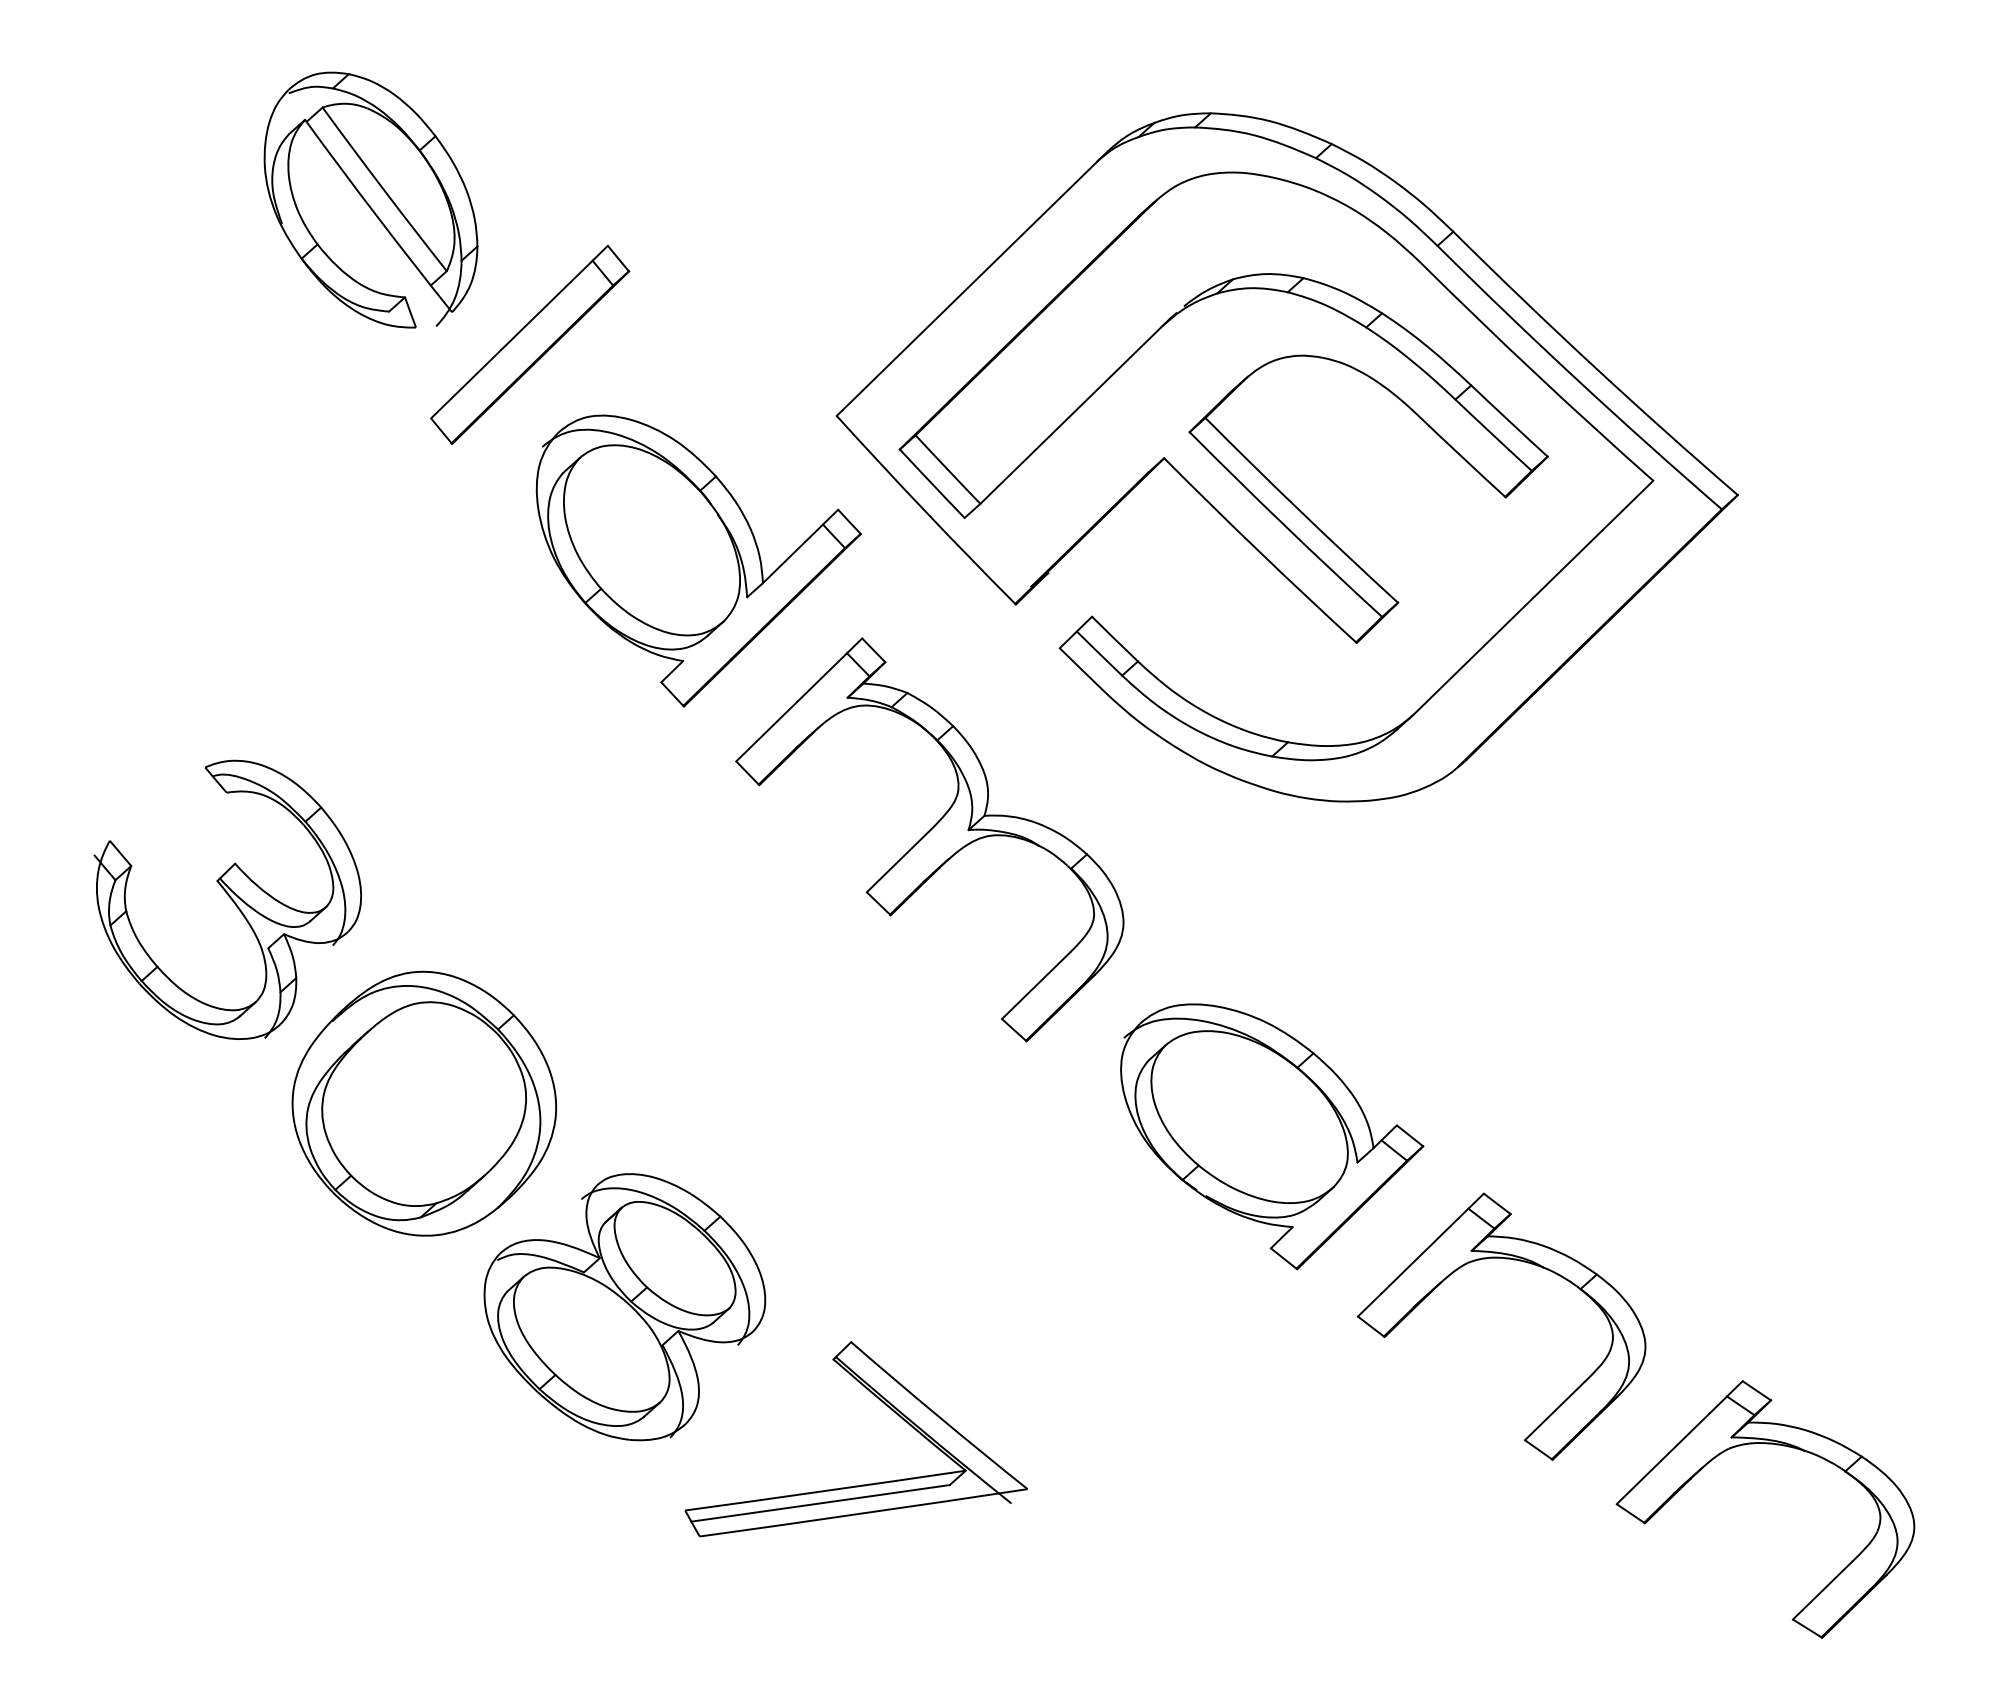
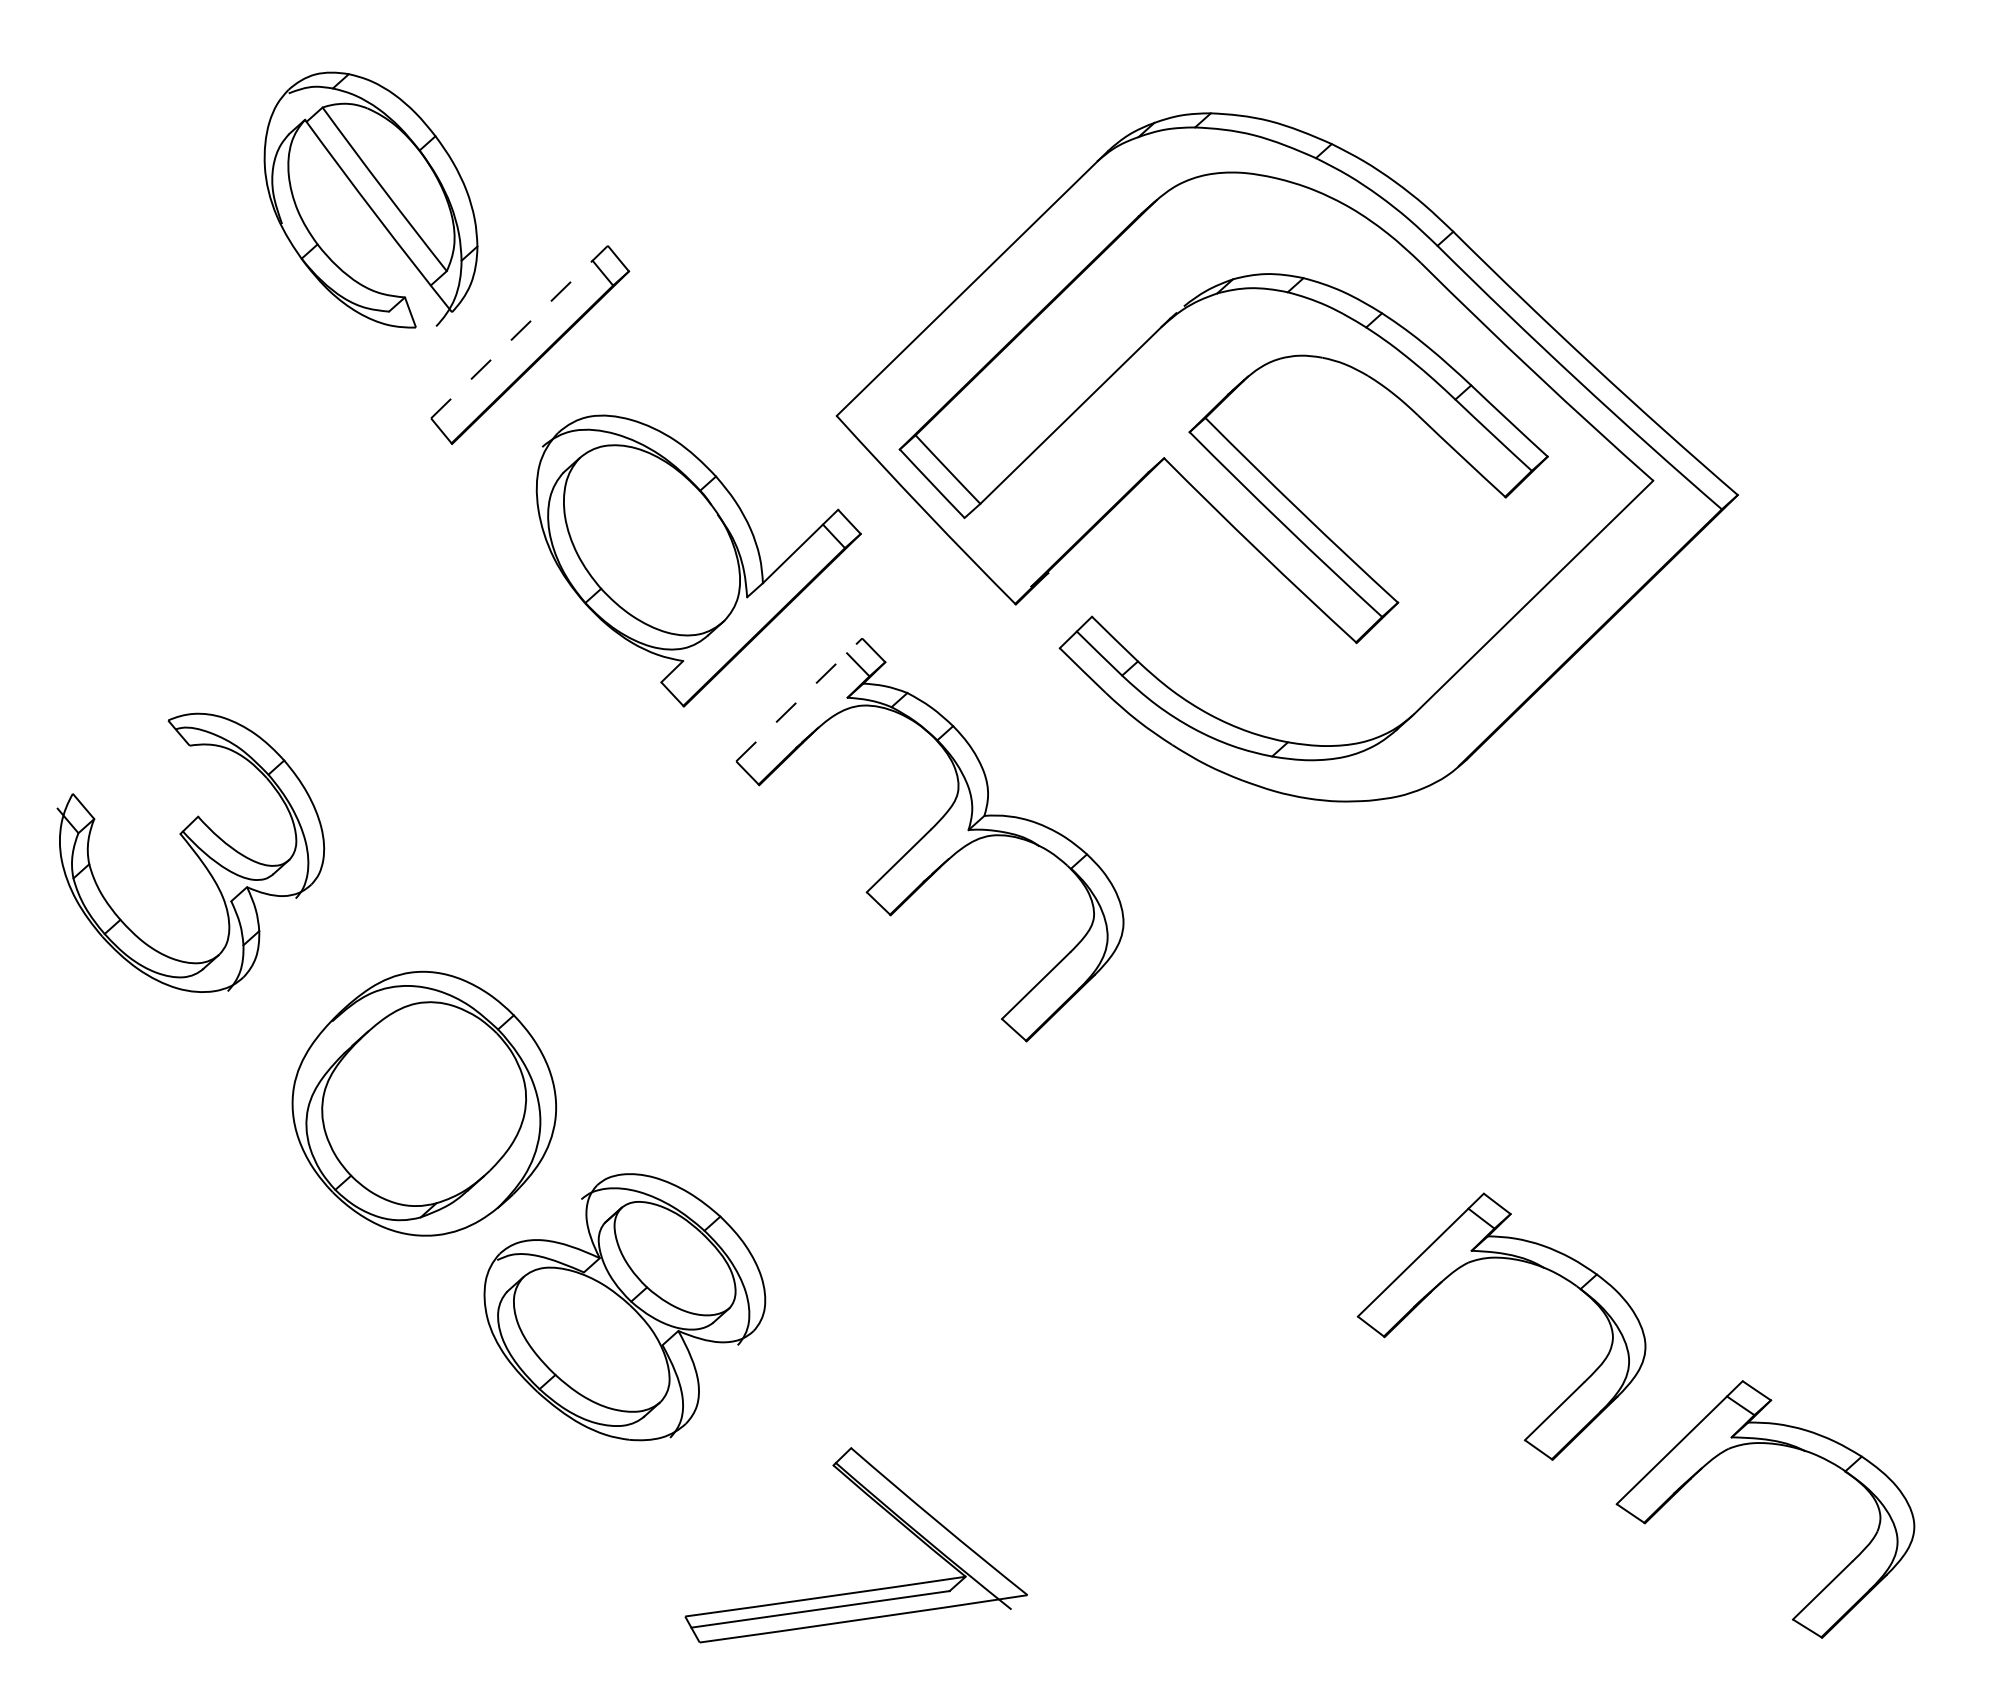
line at (519, 332): solid -> dashed
line at (799, 699): solid -> dashed
part at (227, 899) position: (227, 899) -> (190, 852)
part at (1272, 1136): present -> none
part at (885, 1405) position: (885, 1405) -> (885, 1511)
